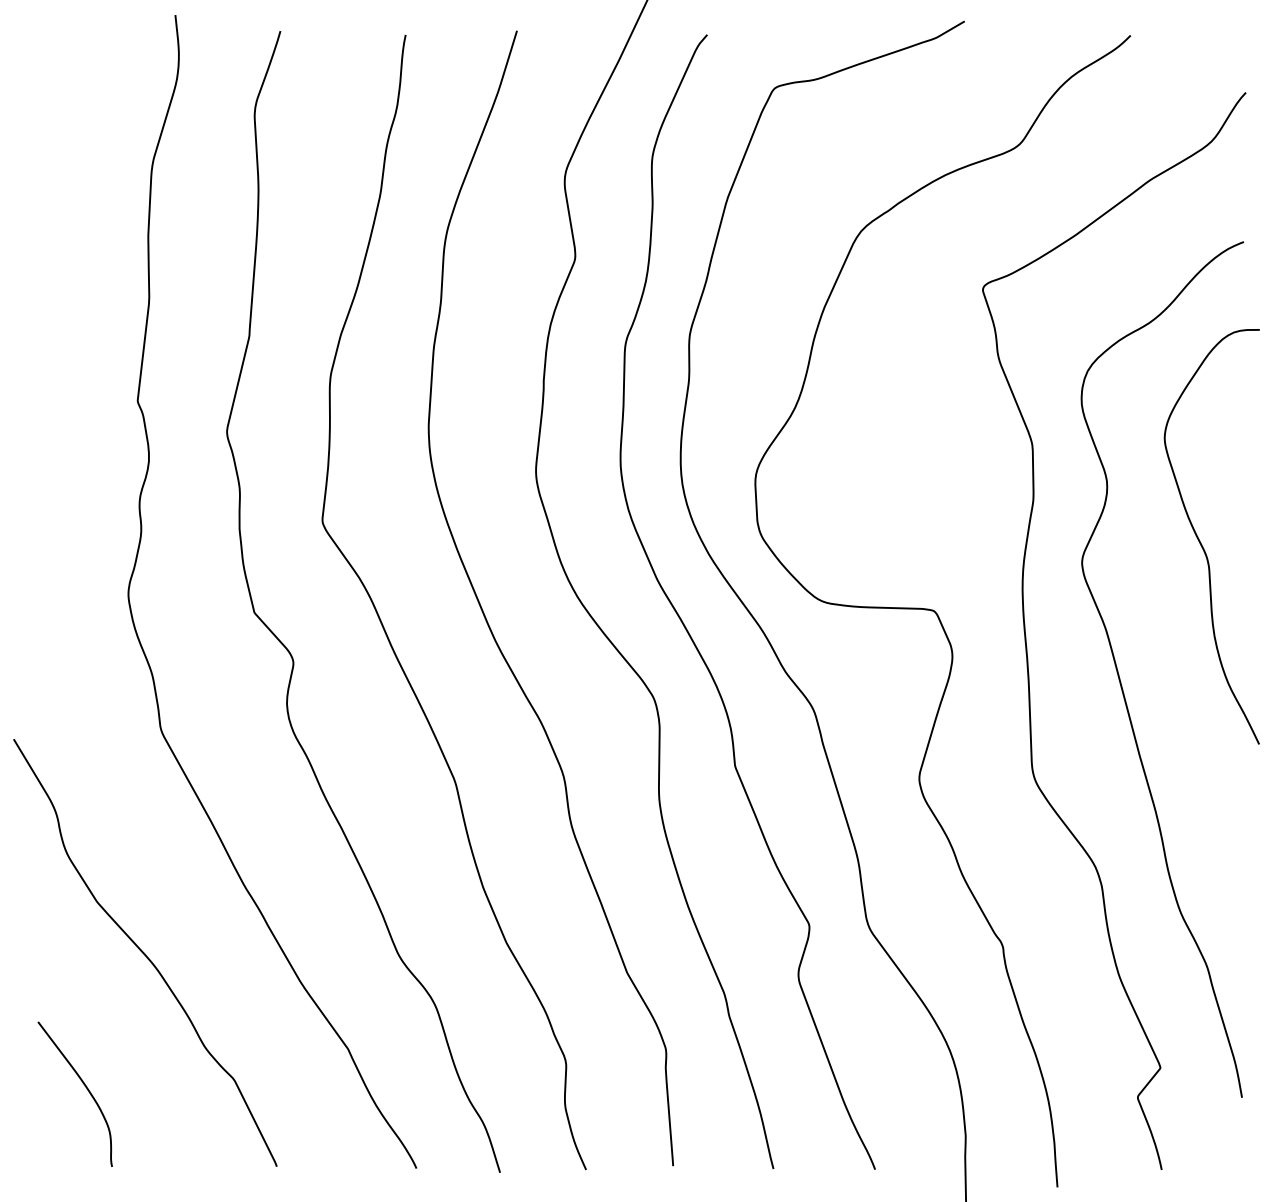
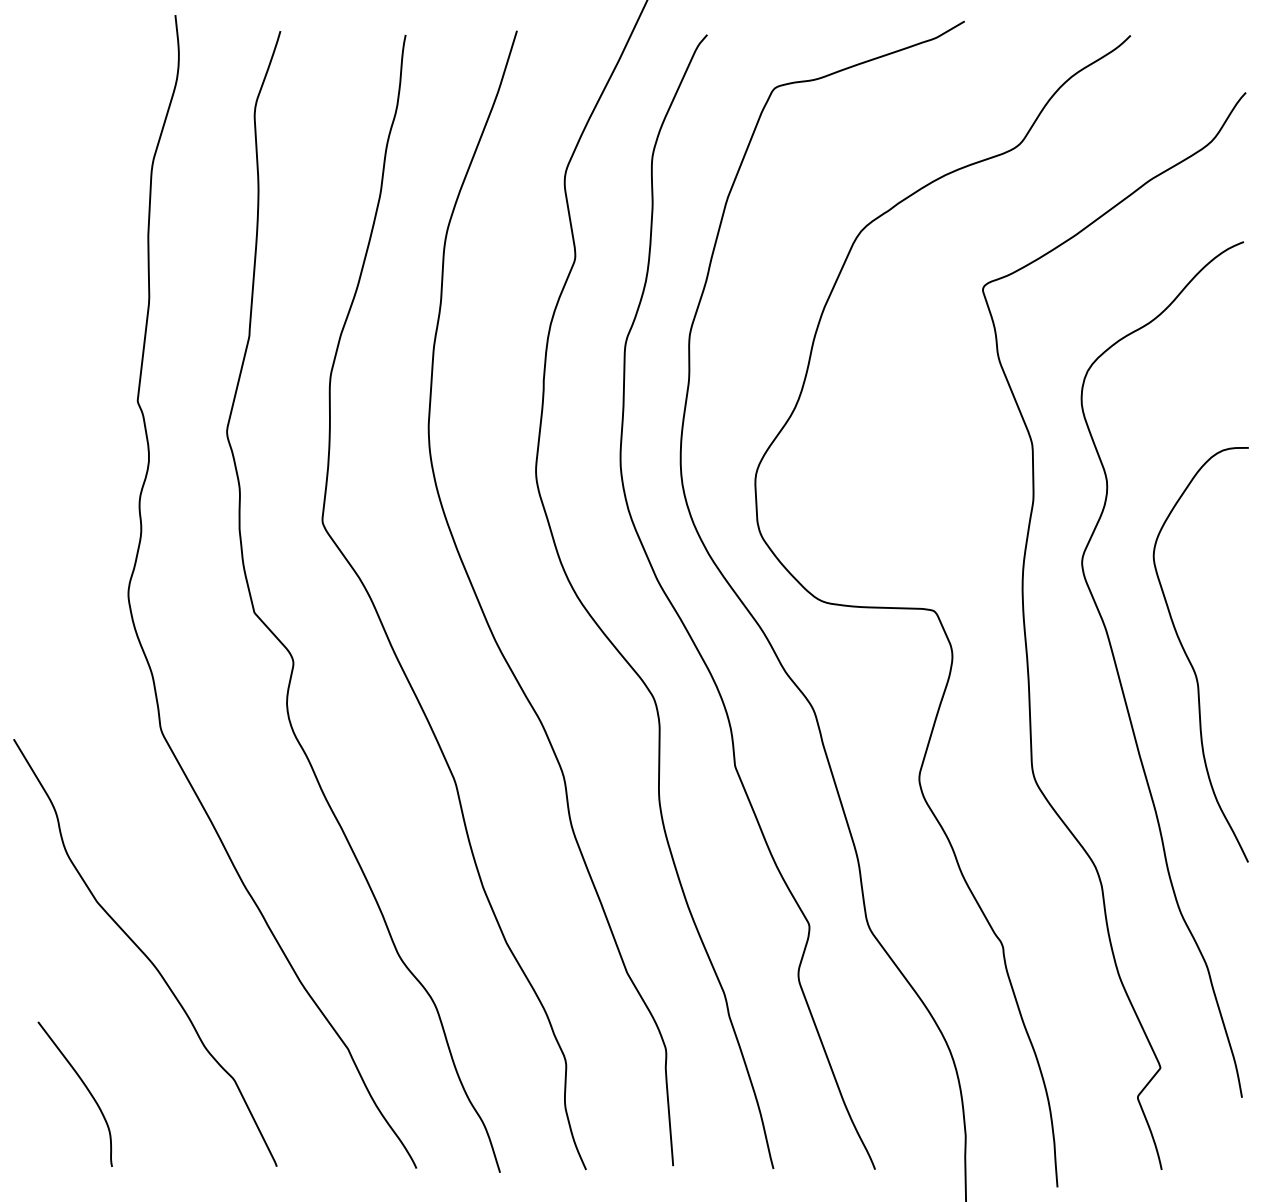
curve at (1201, 542) position: (1201, 542) -> (1190, 660)
